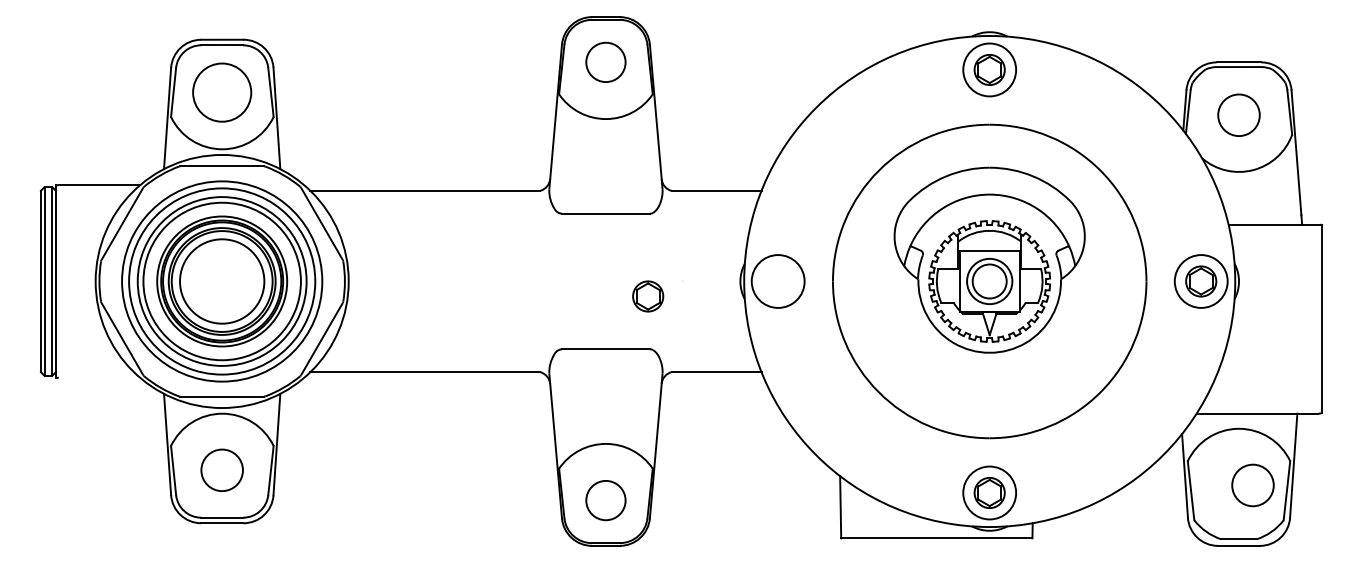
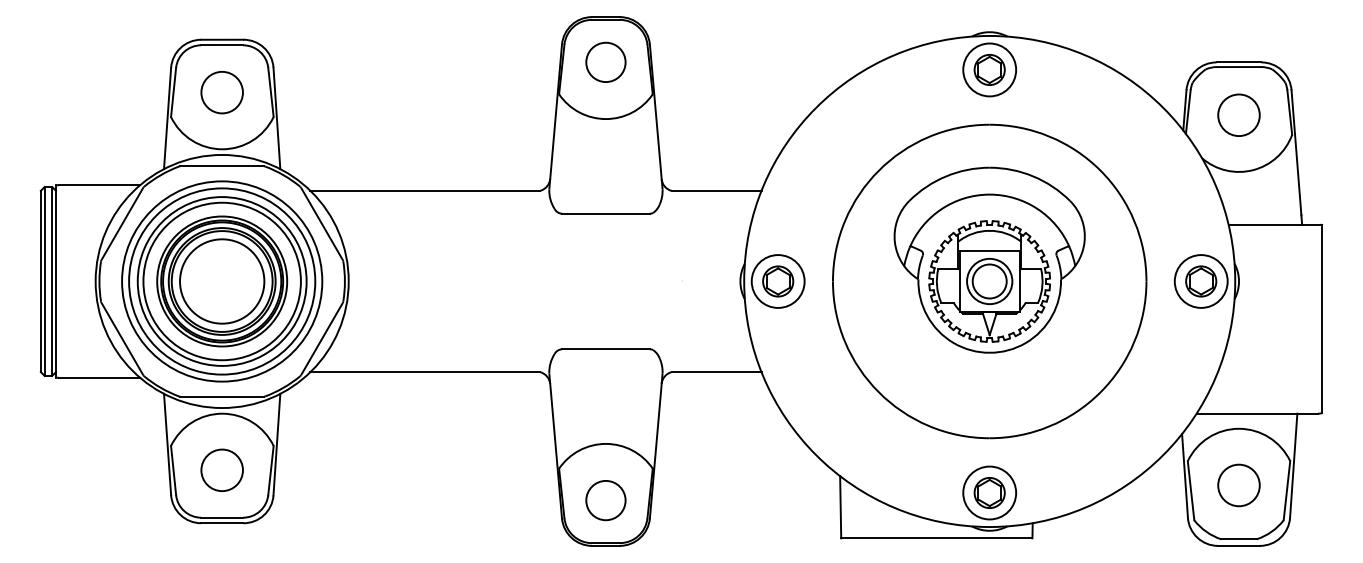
circle at (222, 92) diameter: 58 px -> 42 px
part at (648, 296) position: (648, 296) -> (778, 281)
line at (99, 377): none -> present
circle at (1252, 485) position: (1252, 485) -> (1238, 485)
